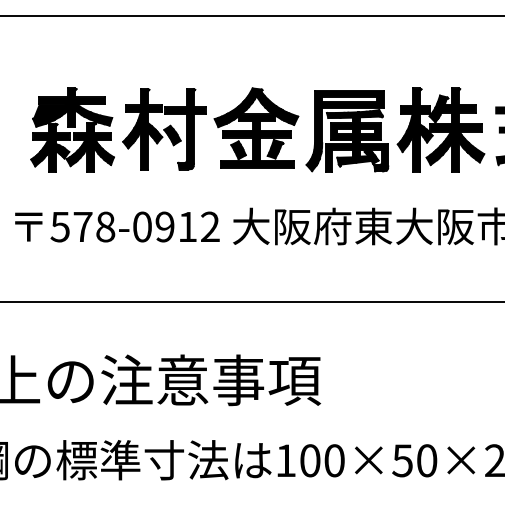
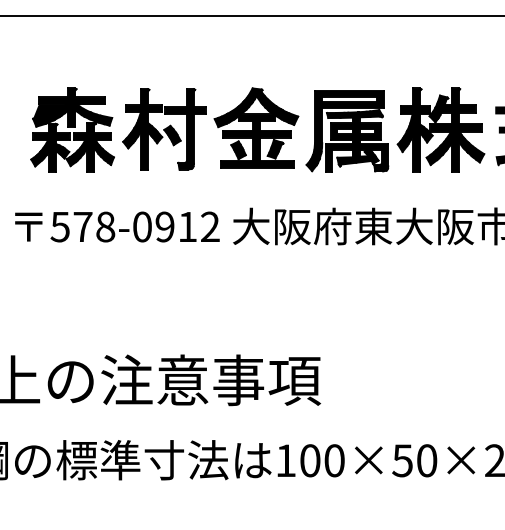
line at (251, 301): present -> none
